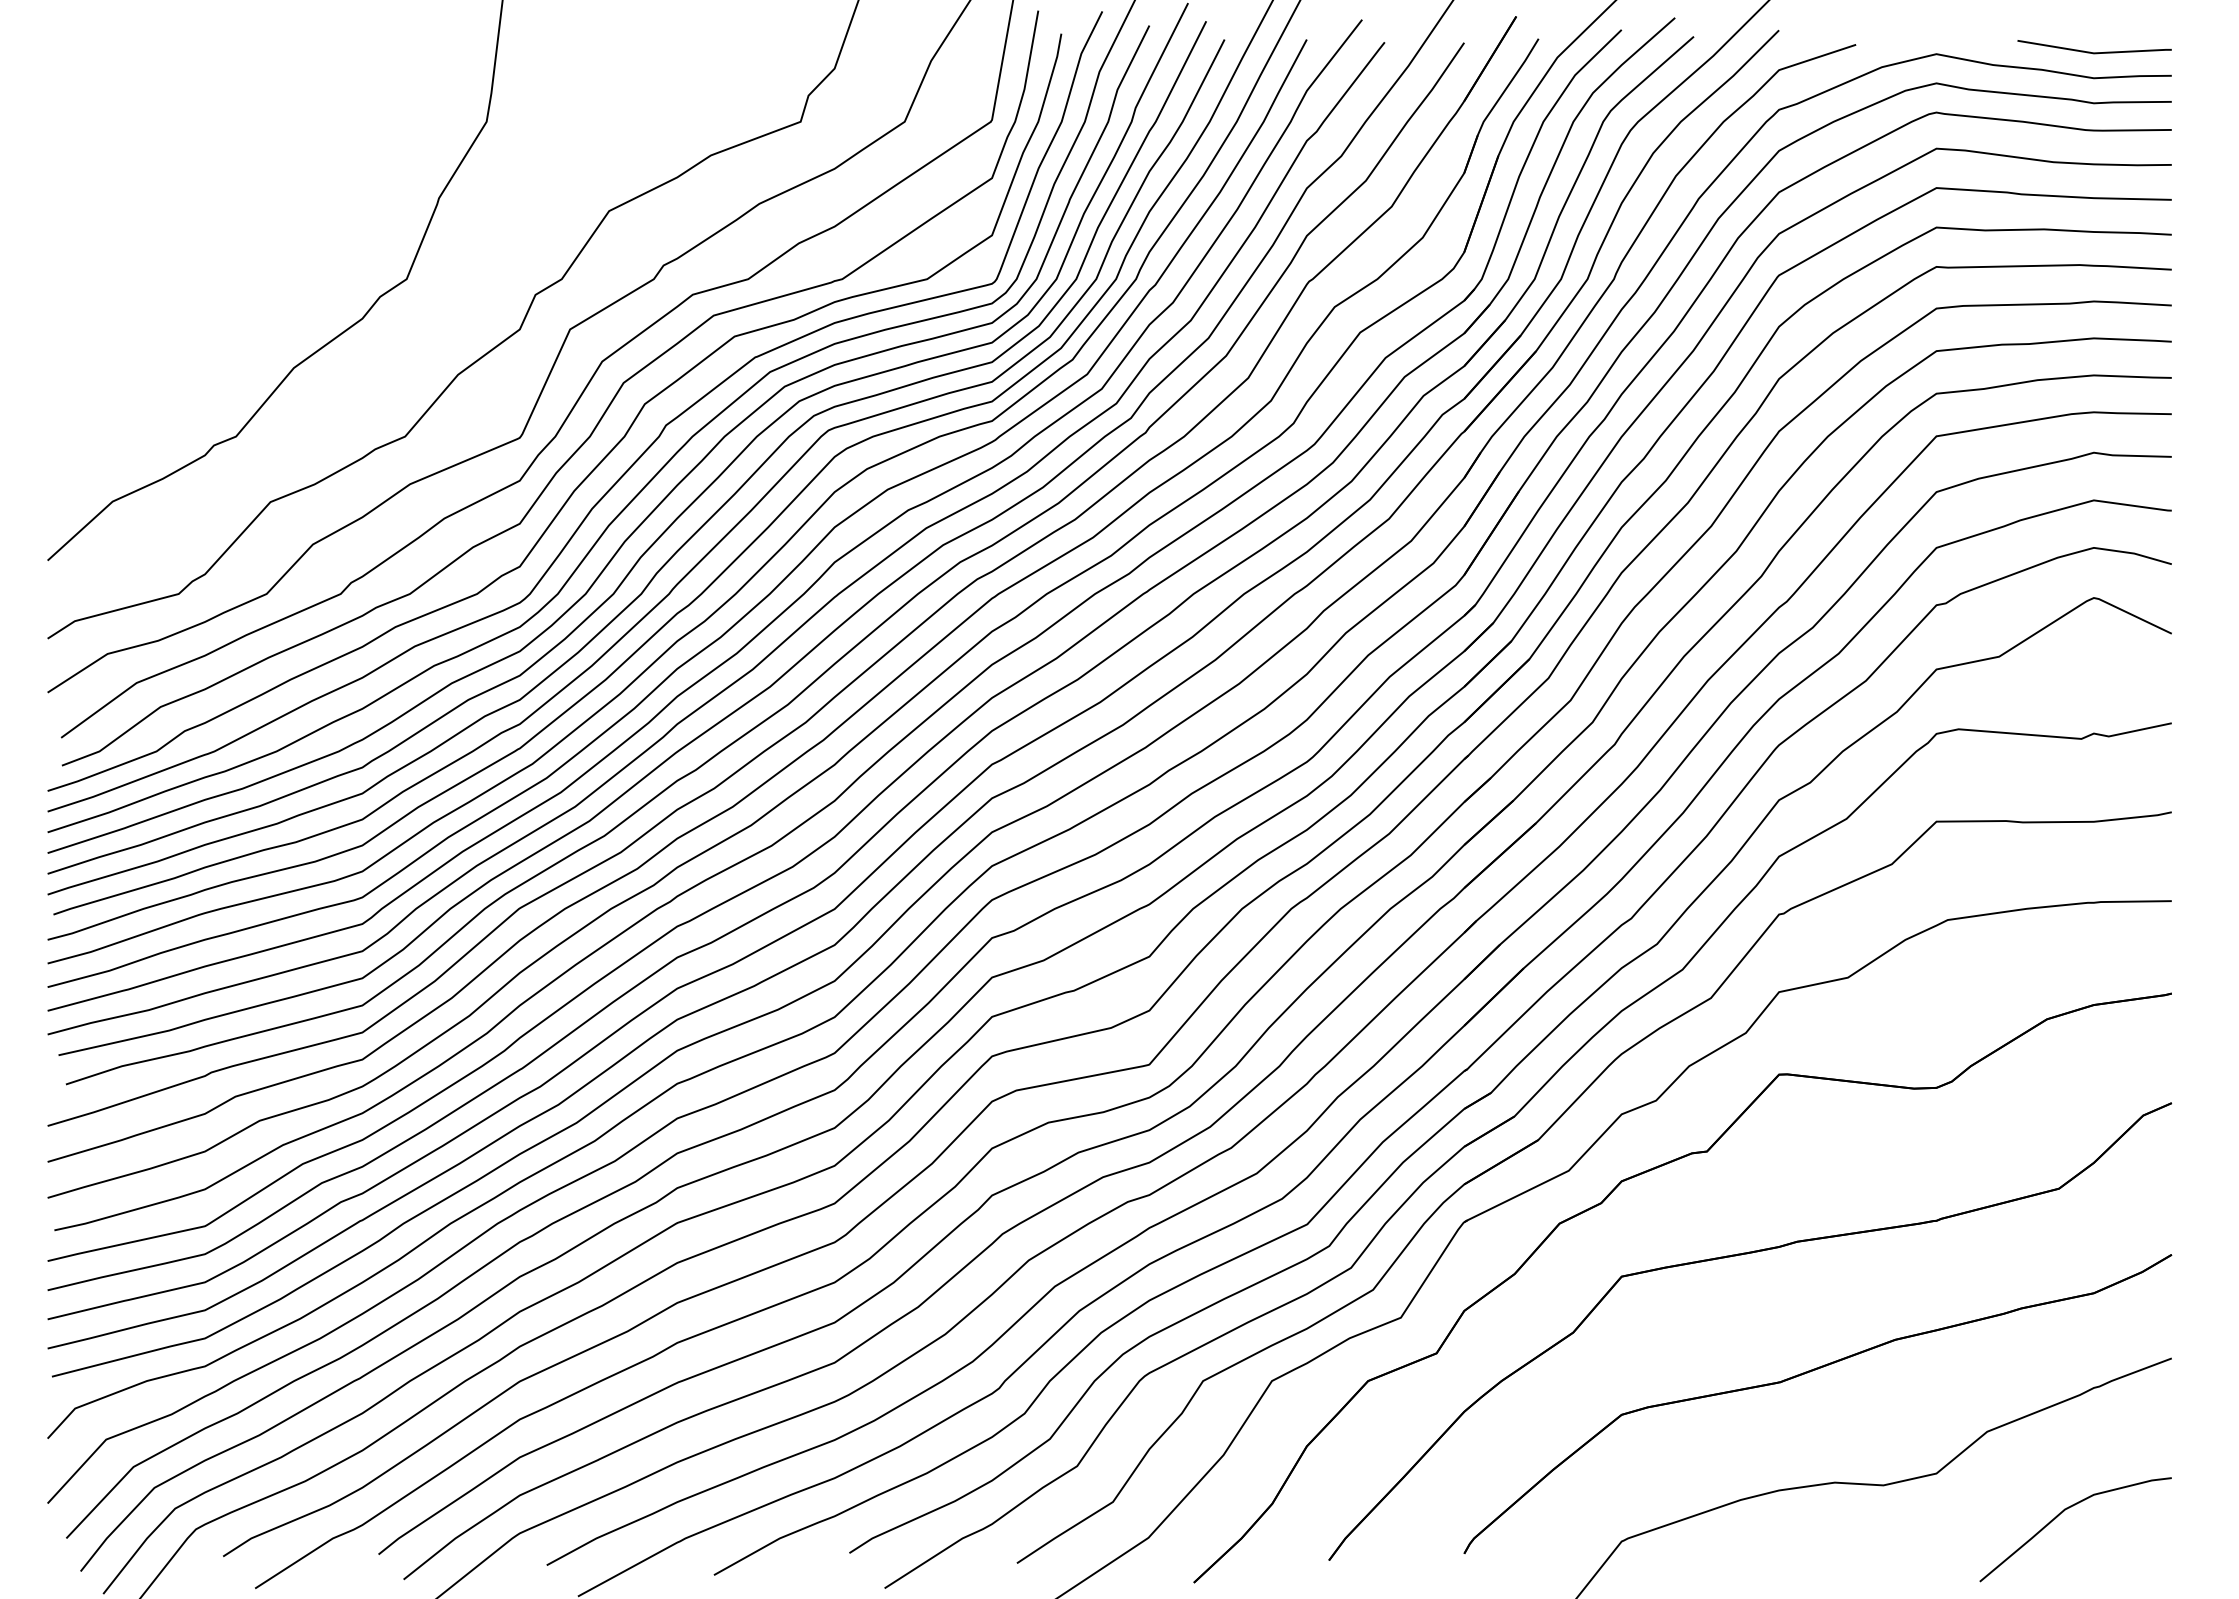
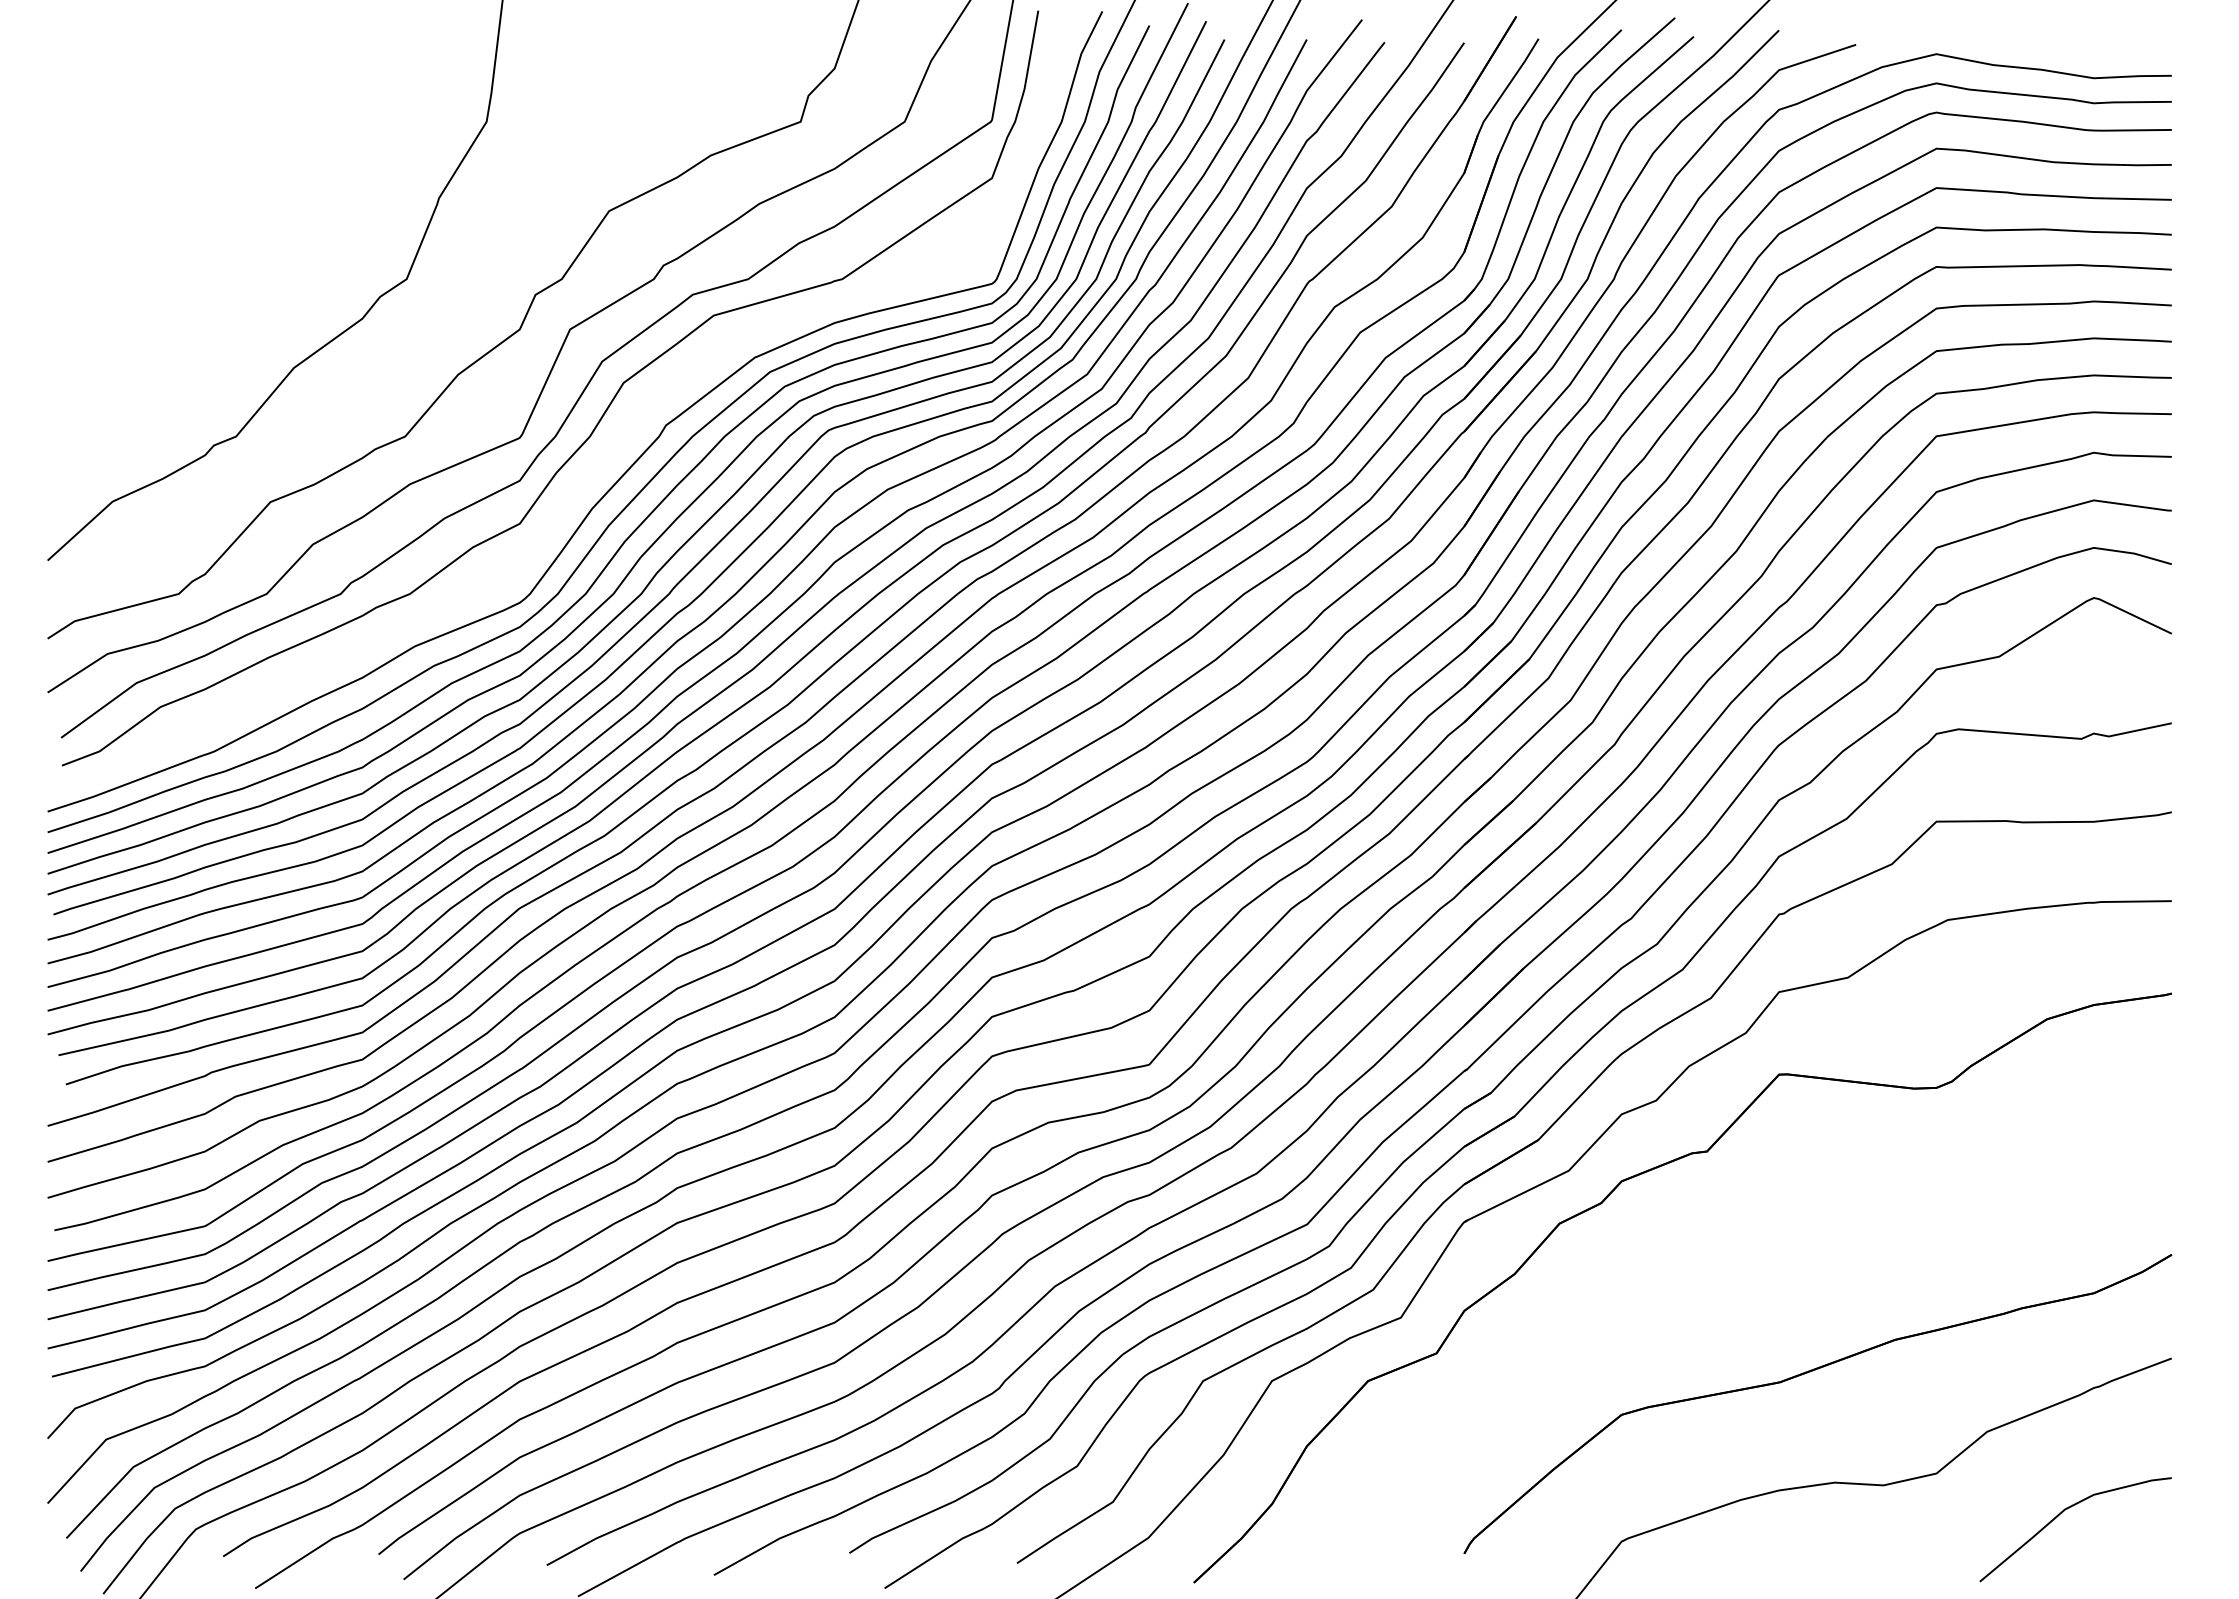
line at (2094, 52): present -> none
curve at (603, 457): present -> none
part at (1735, 1256): present -> none
